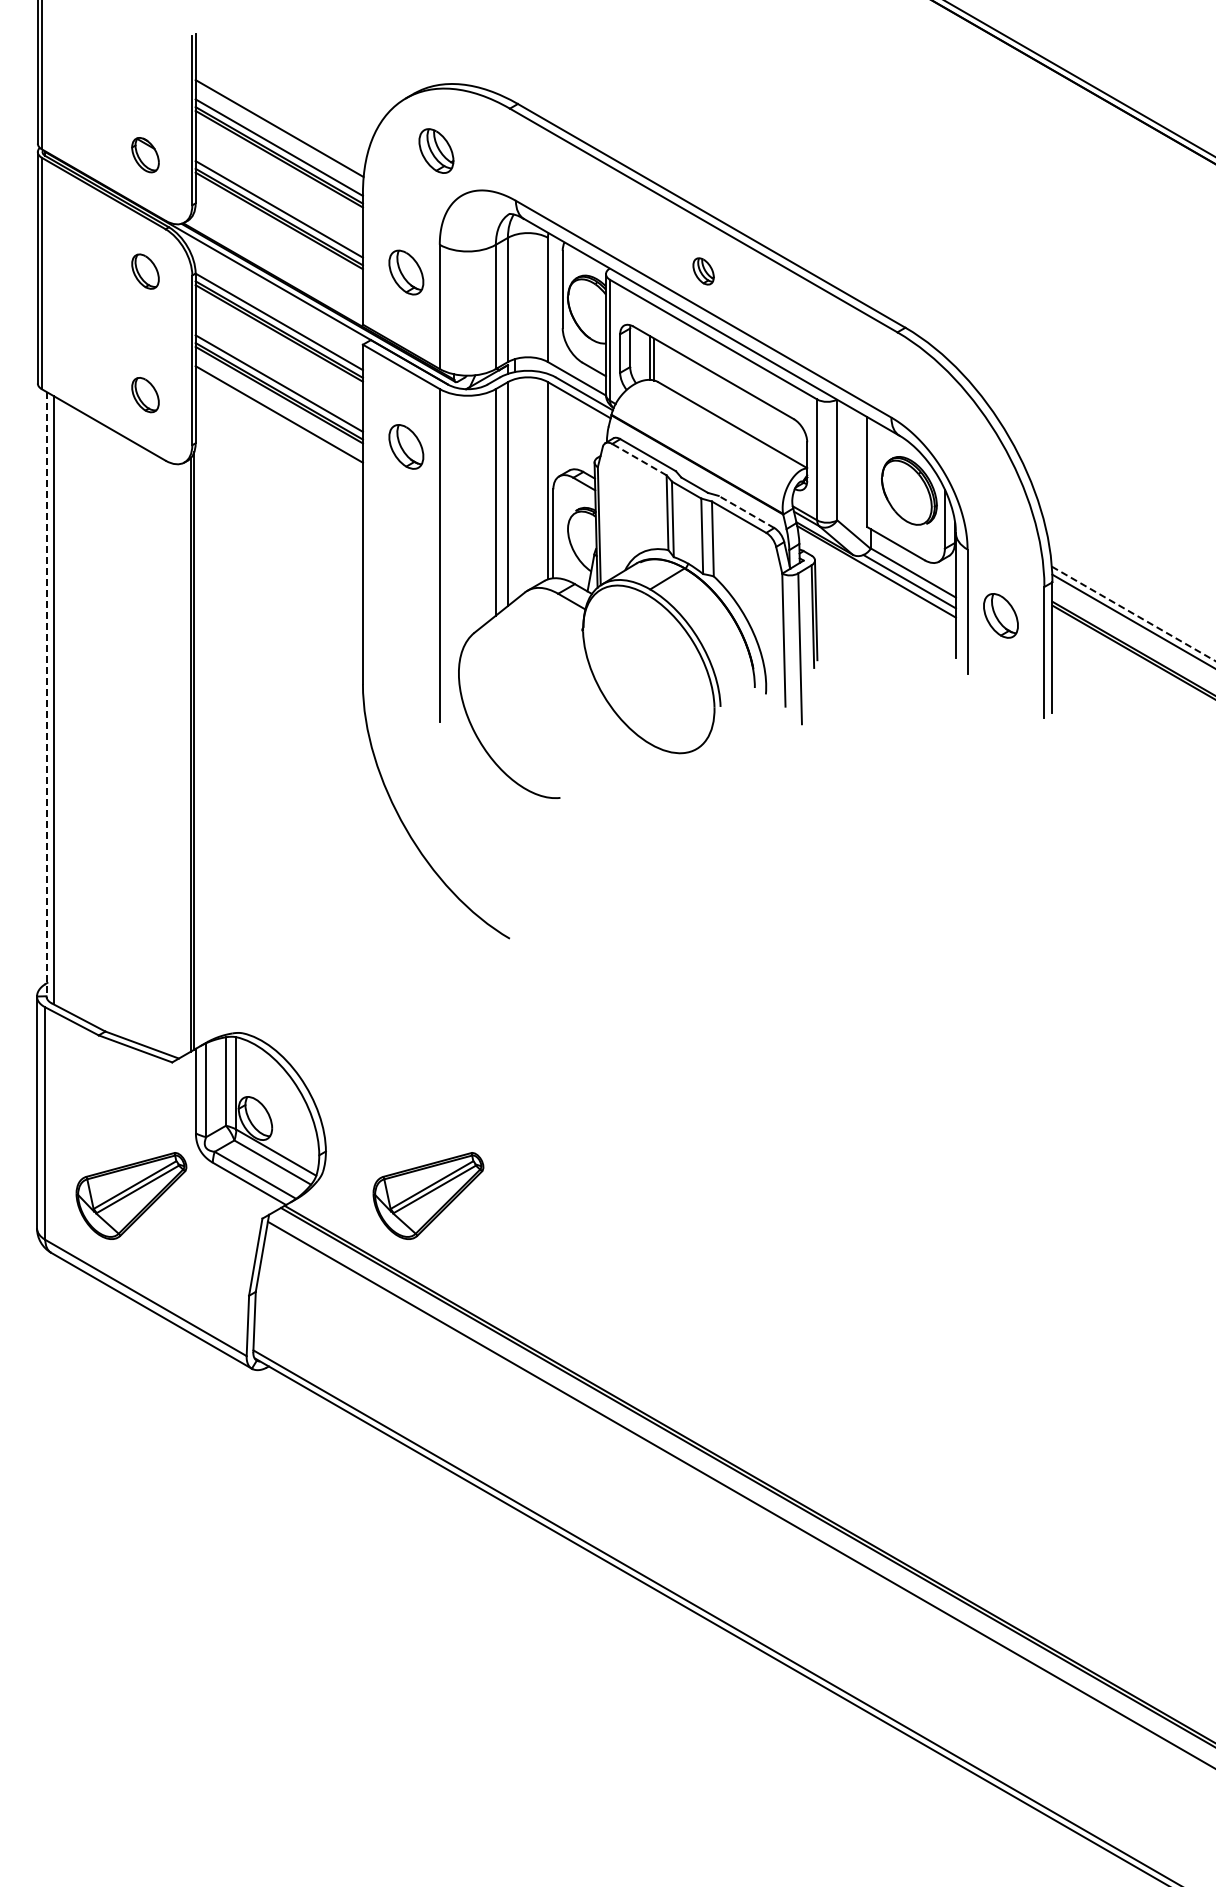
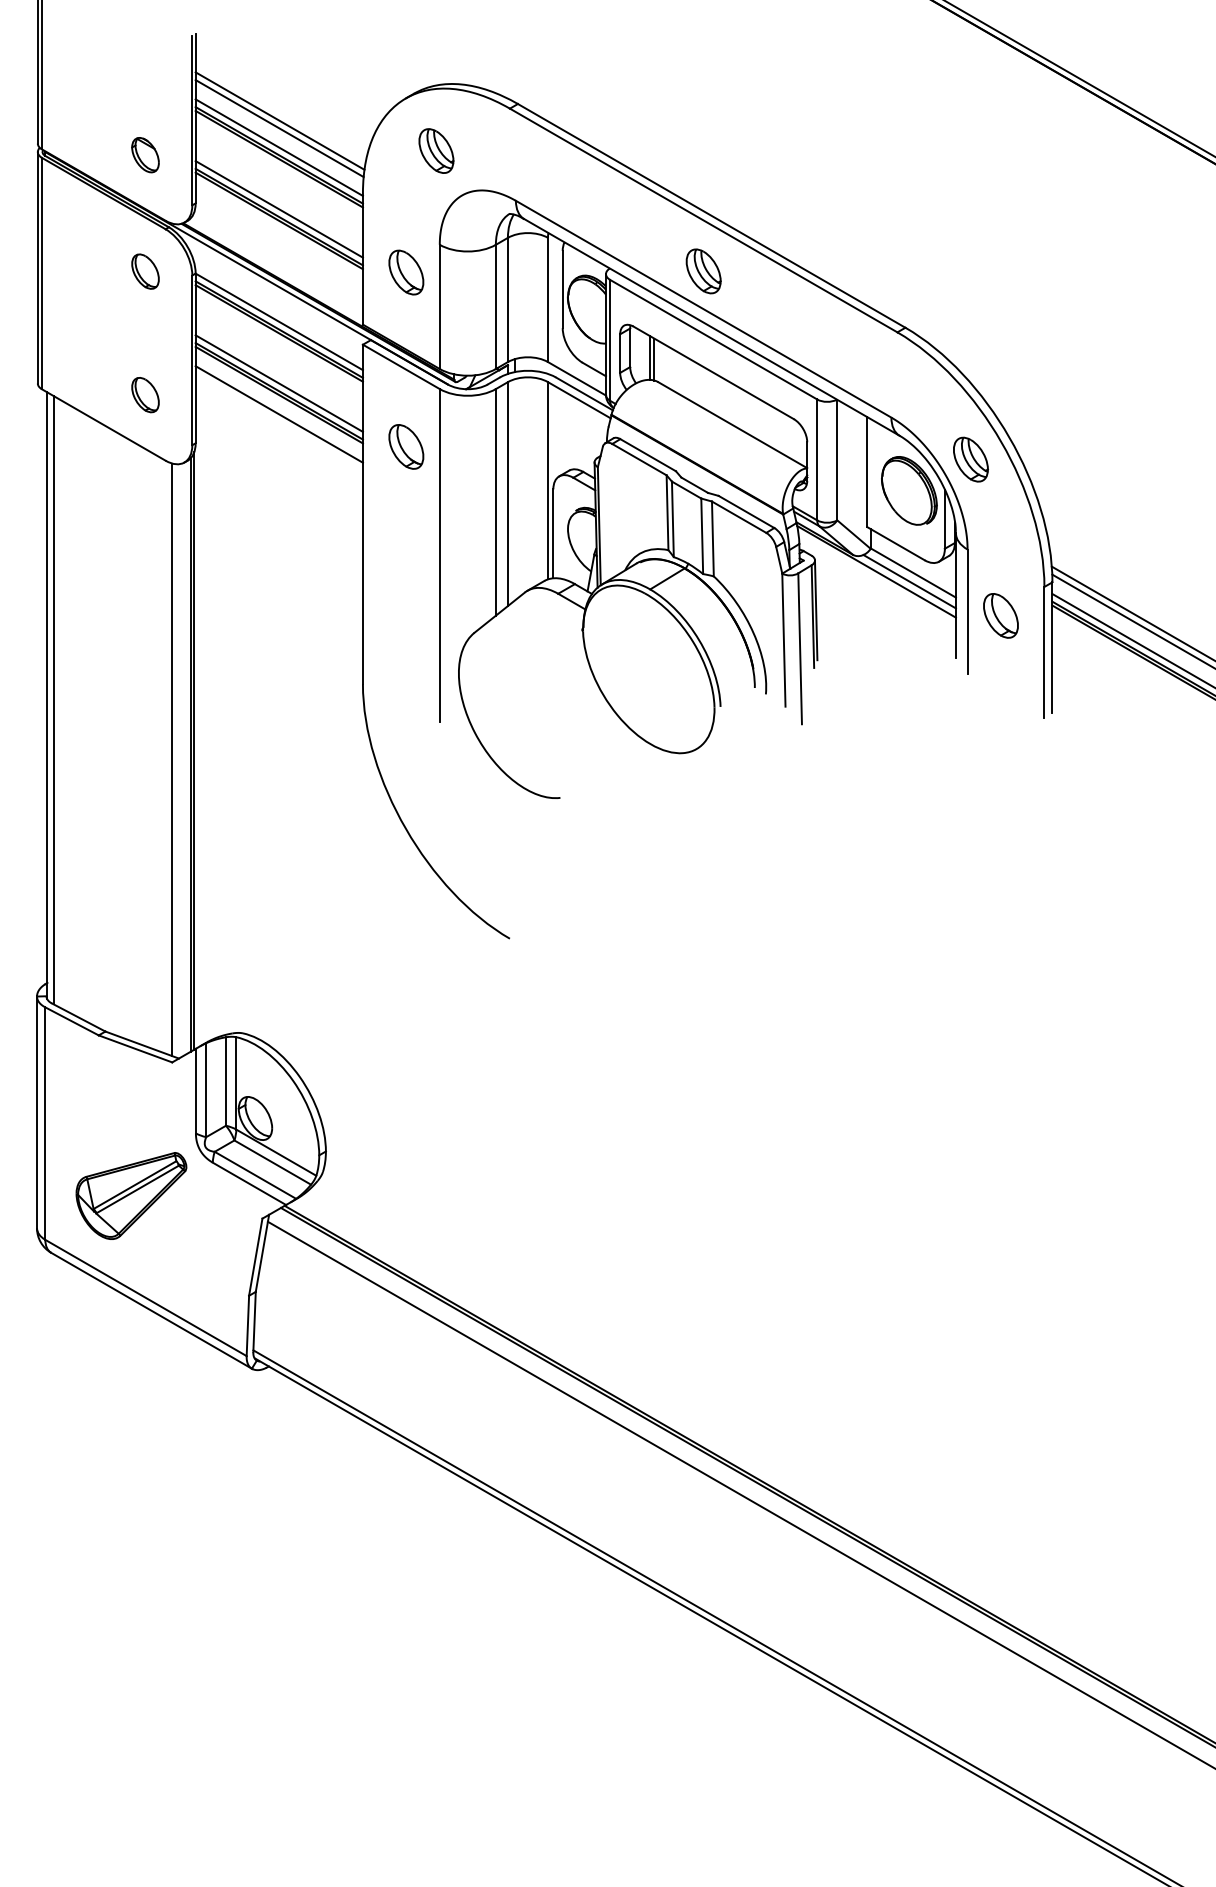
line at (279, 120): none -> present
part at (703, 271) size: 23x29 px -> 37x47 px
line at (639, 459): dashed -> solid
part at (970, 459): none -> present
line at (746, 511): dashed -> solid
line at (1134, 614): dashed -> solid
line at (1132, 640): none -> present
line at (47, 696): dashed -> solid
line at (172, 759): none -> present
part at (428, 1195): present -> none
